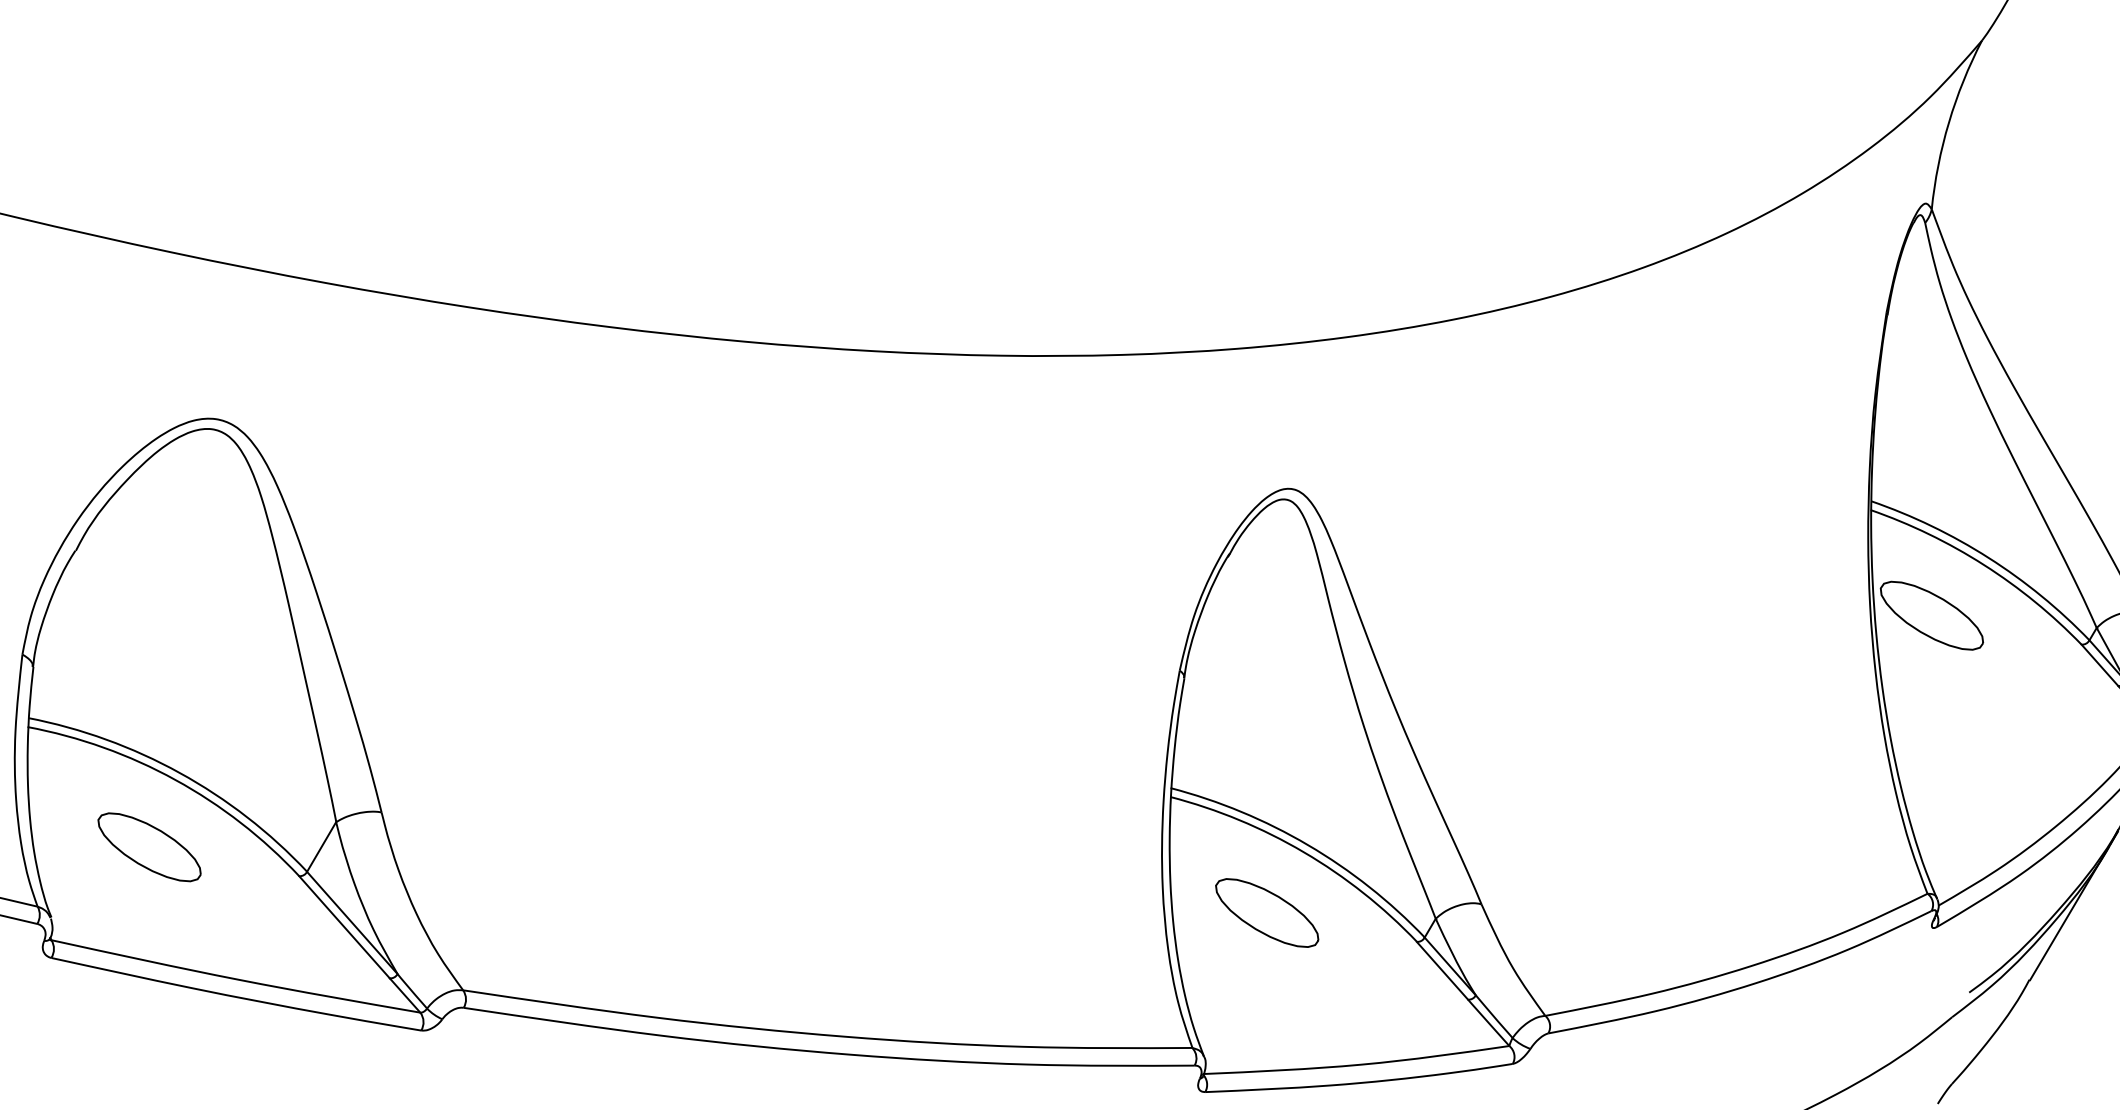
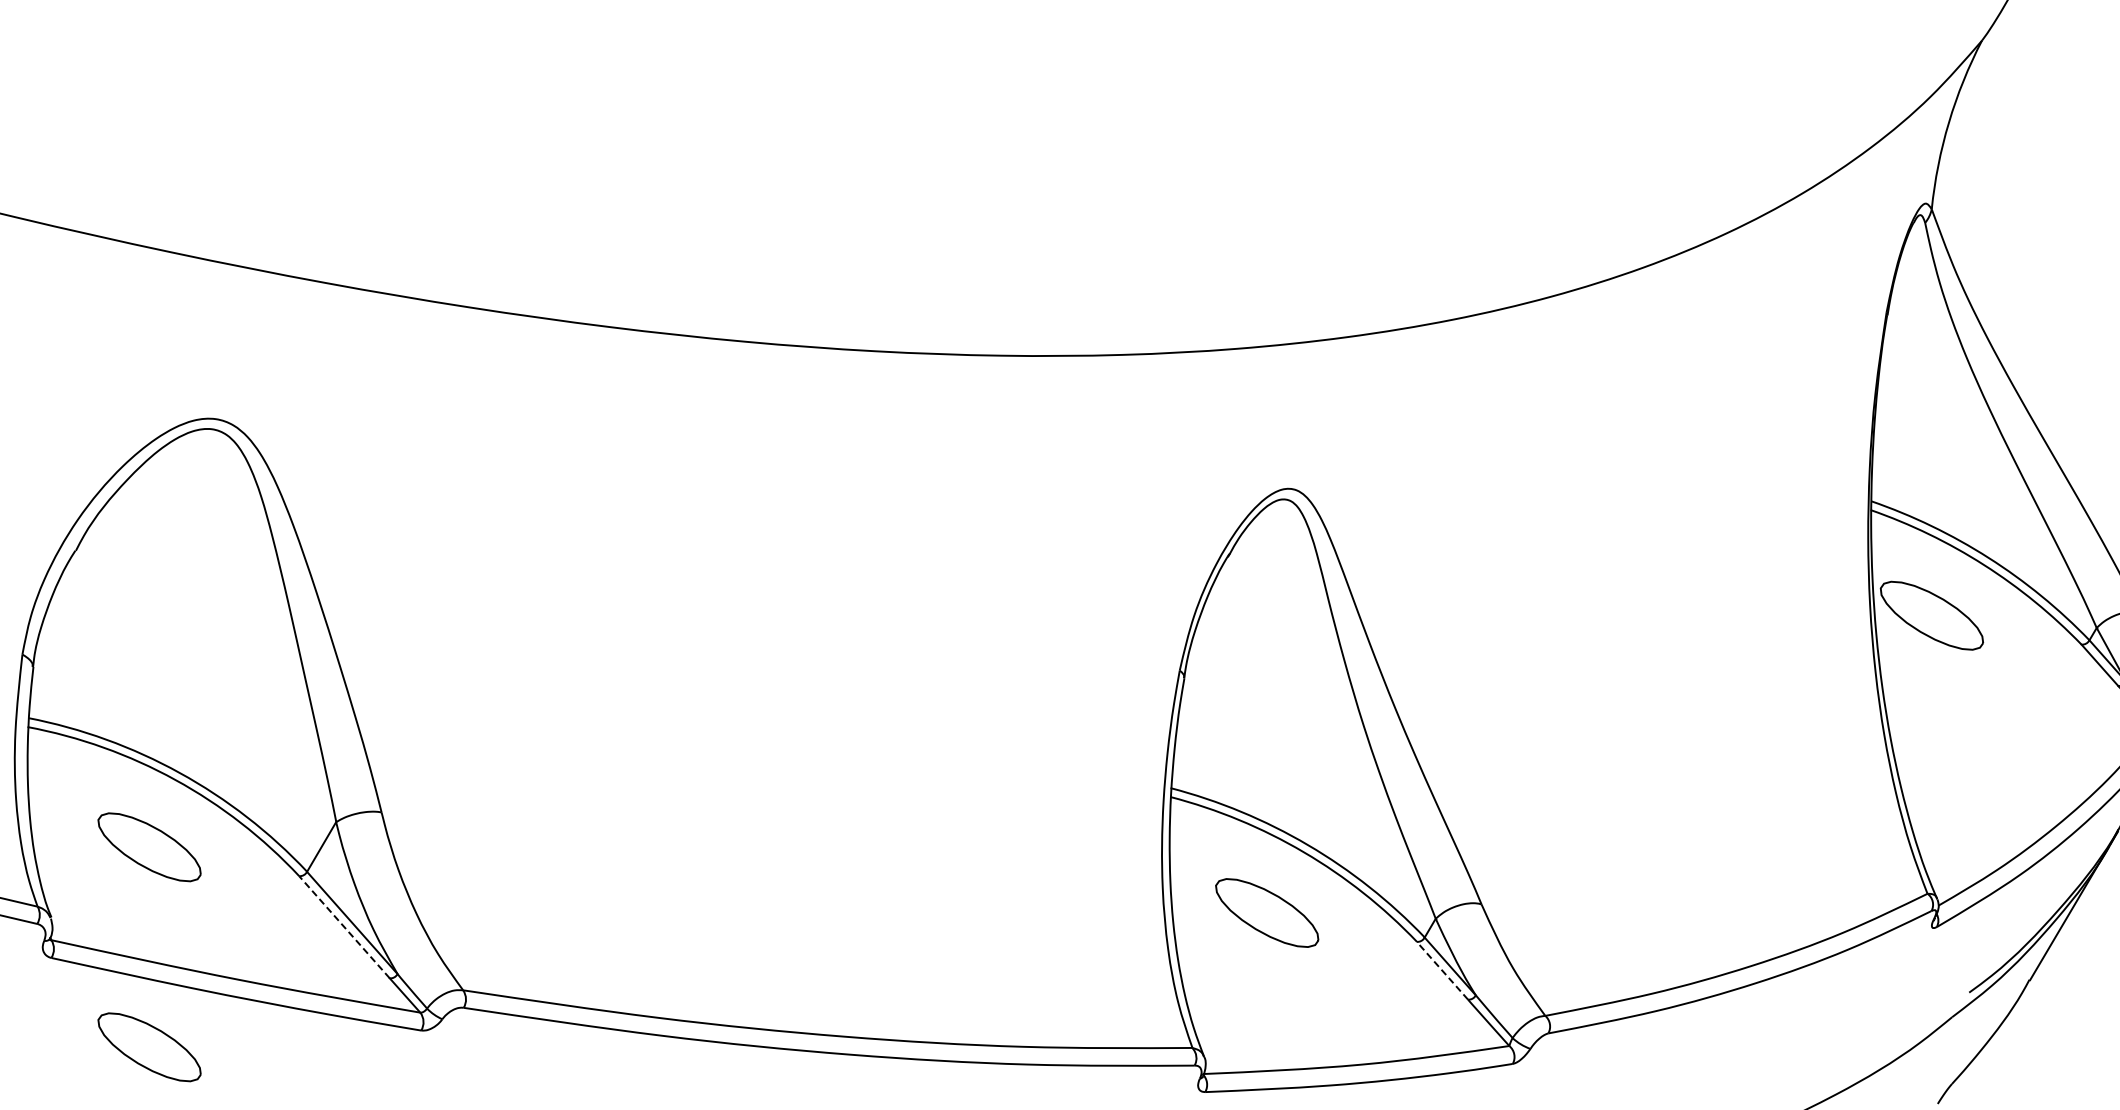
line at (344, 926): solid -> dashed
line at (1442, 970): solid -> dashed
part at (149, 1047): none -> present
